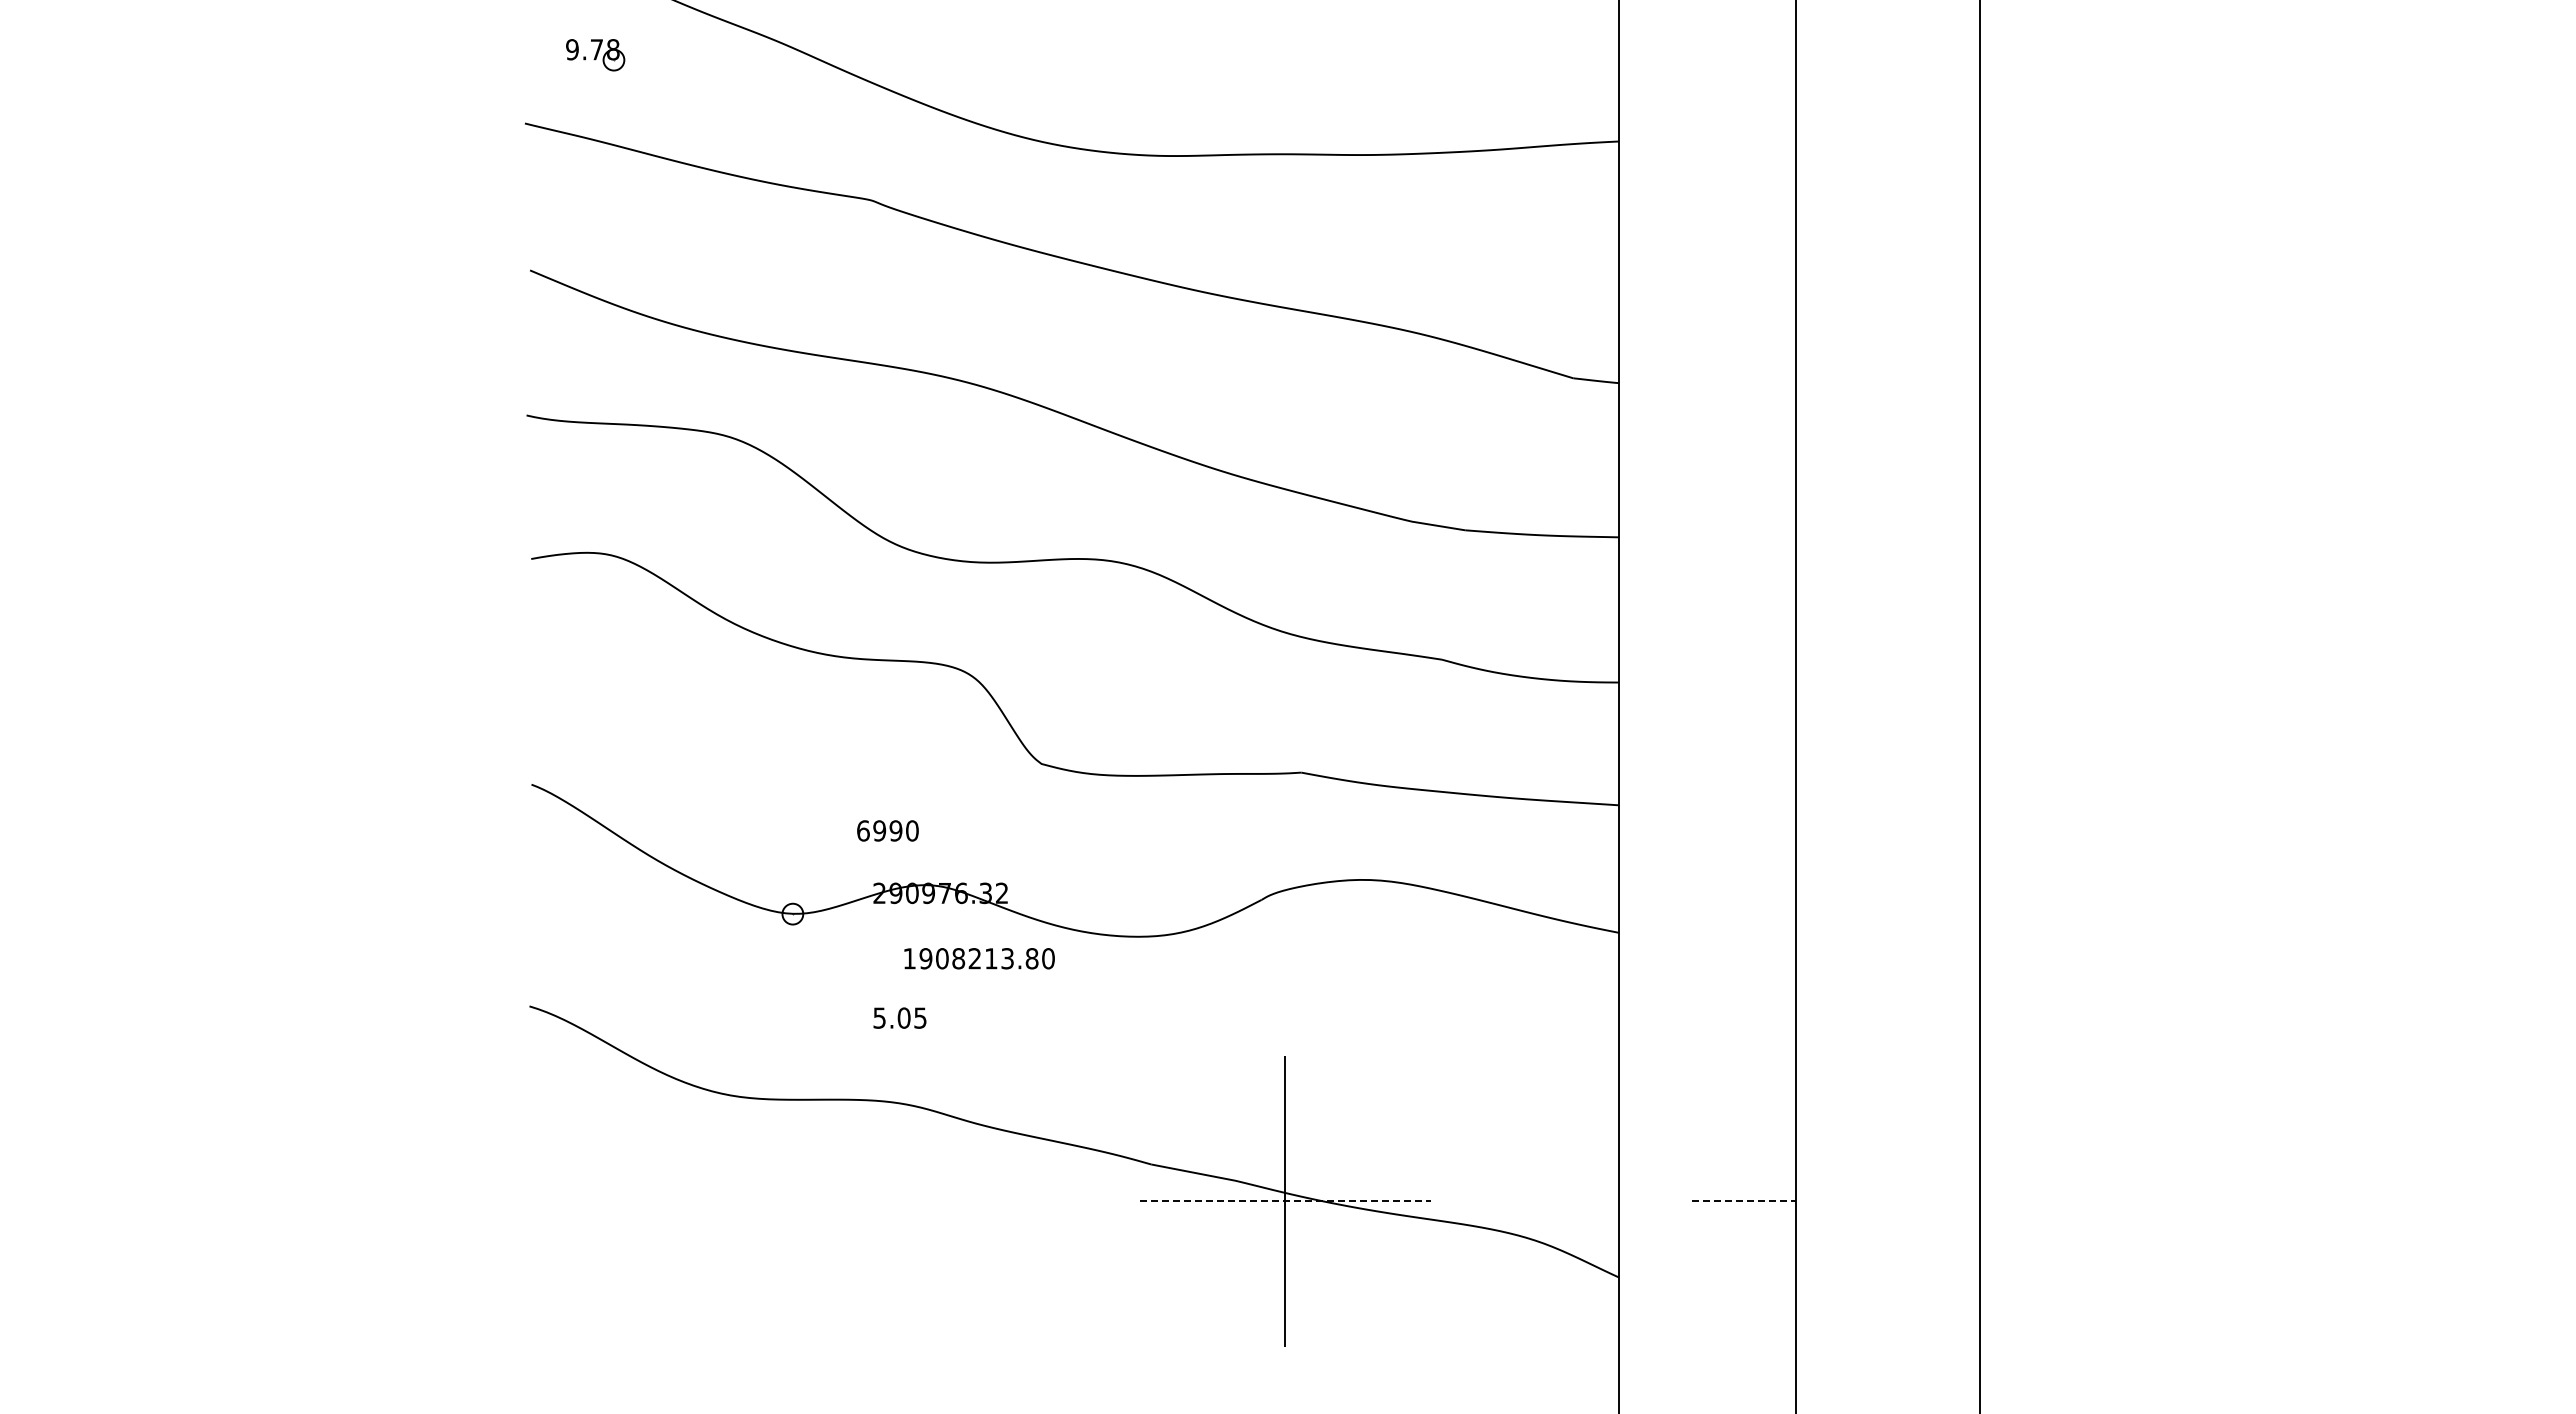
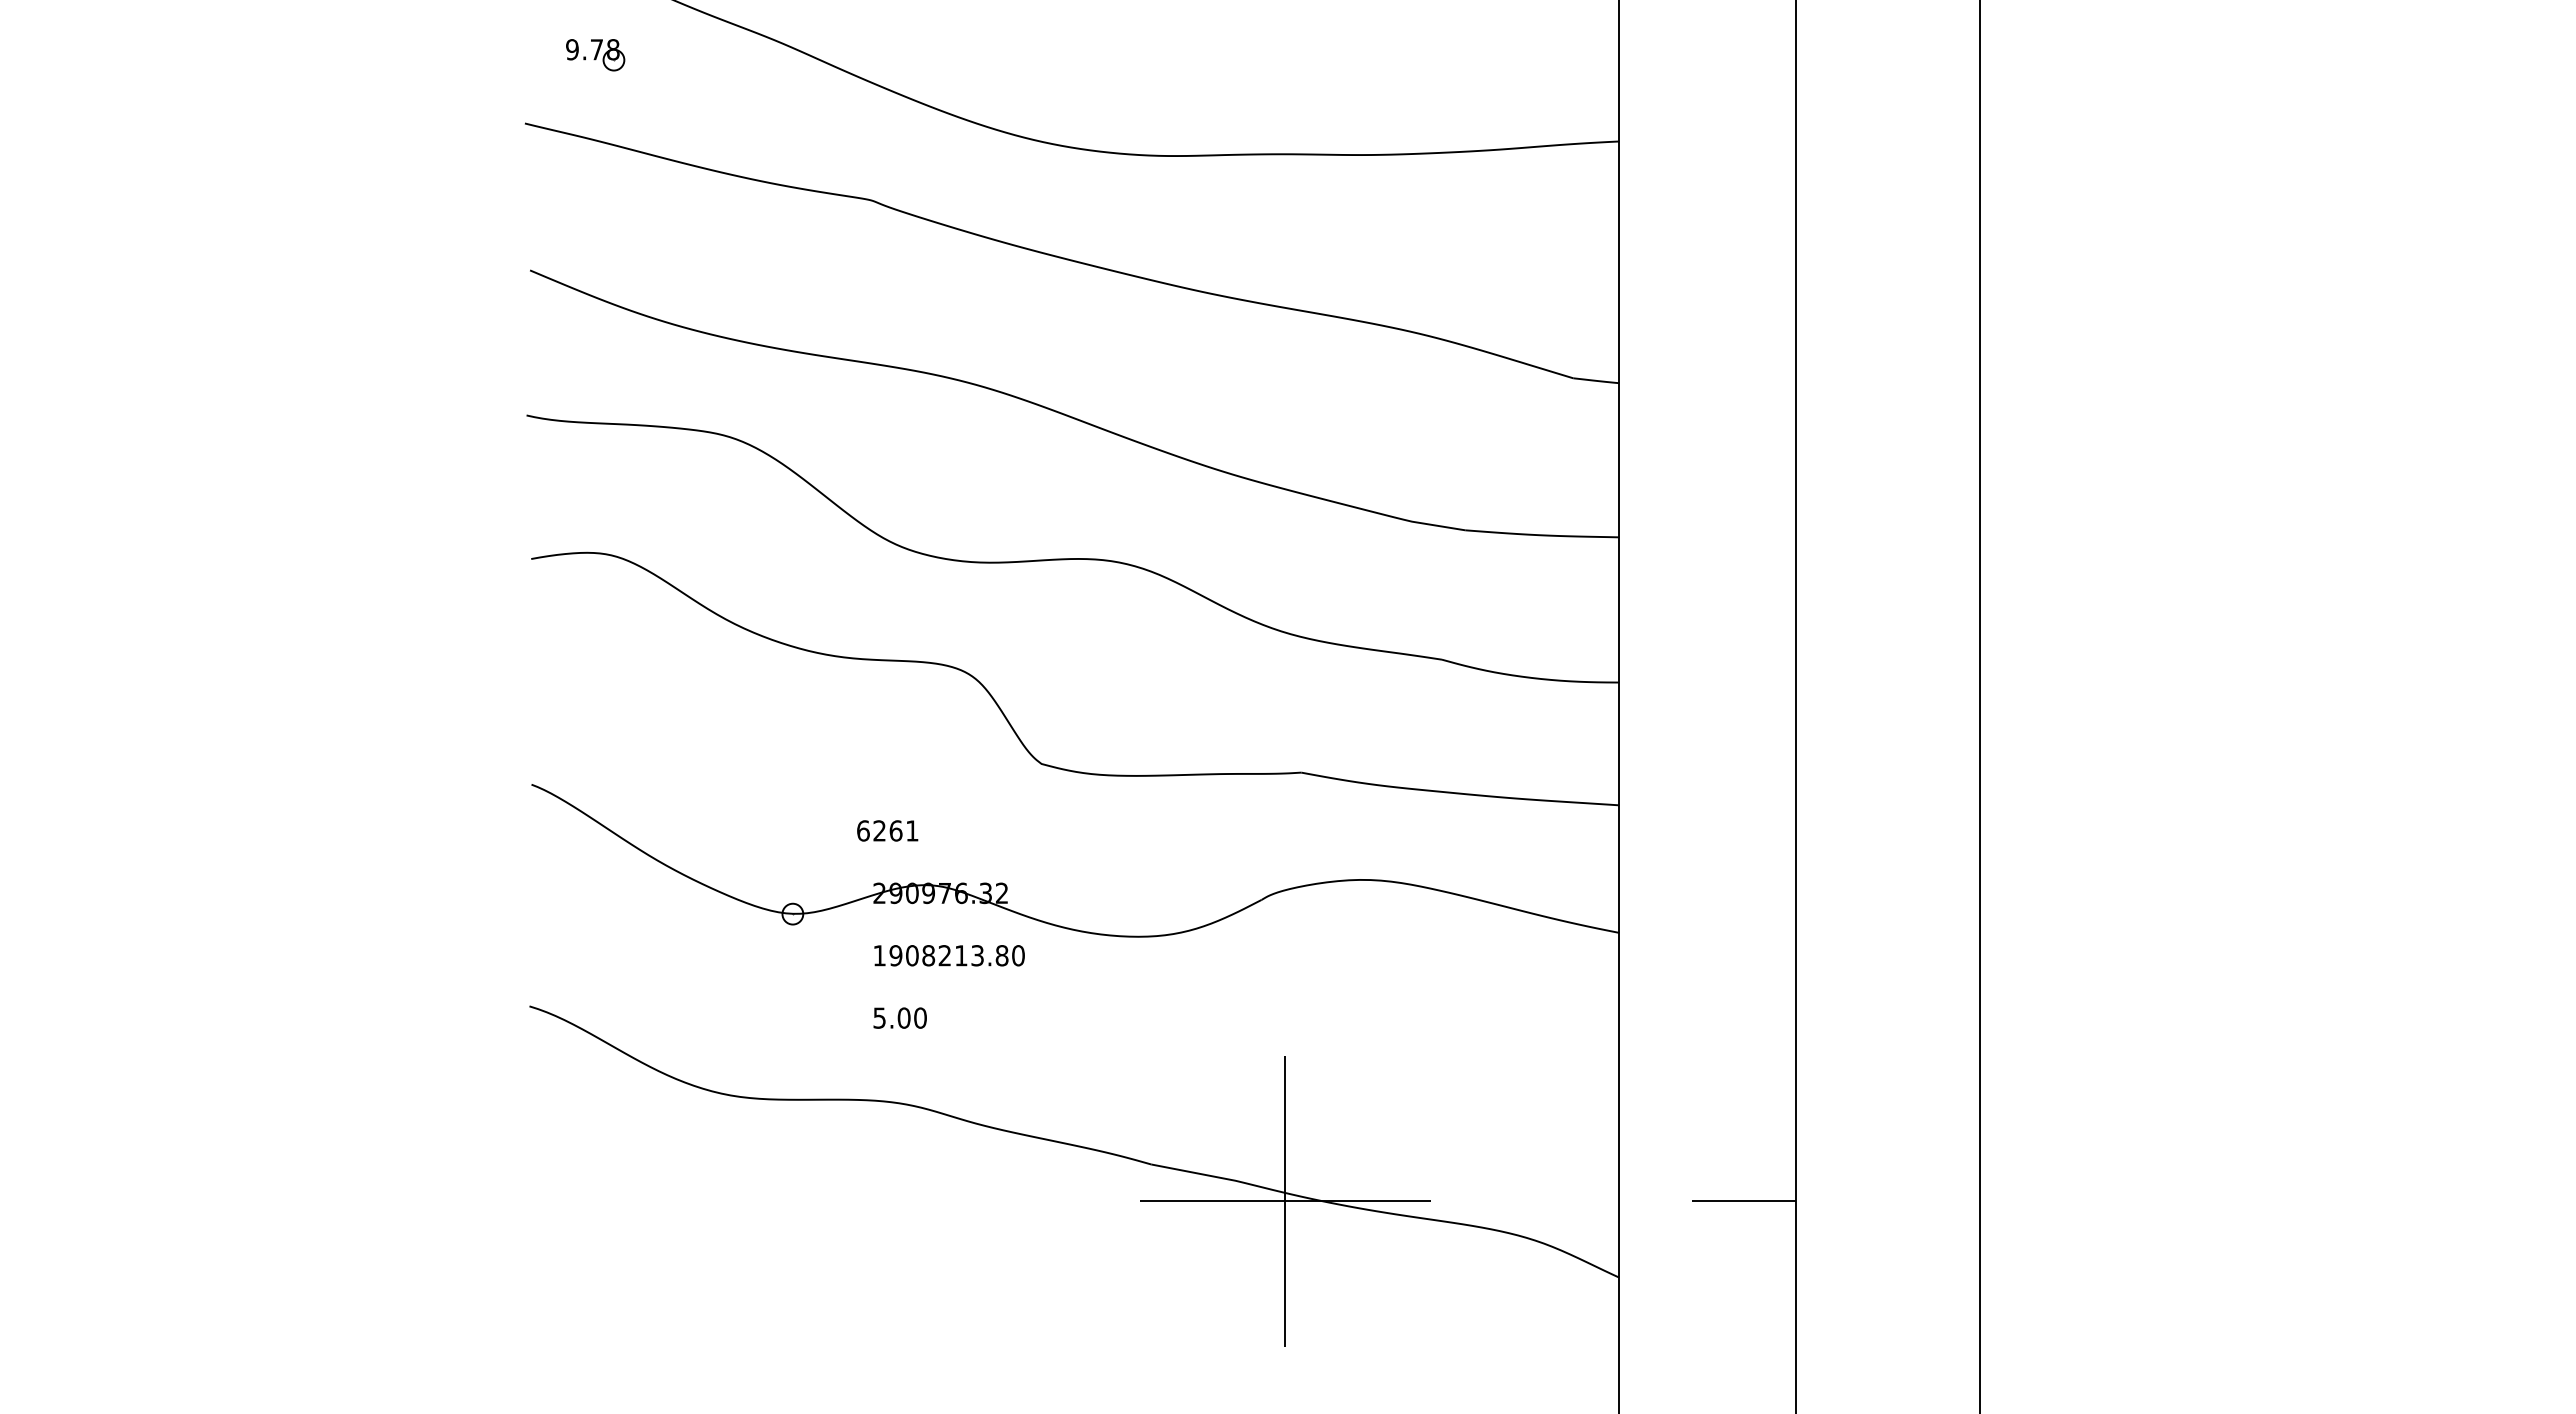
text at (895, 830): 6990 -> 6261
text at (979, 958) position: (979, 958) -> (949, 955)
text at (920, 1017): 5.05 -> 5.00
line at (1285, 1201): dashed -> solid
line at (1744, 1201): dashed -> solid
